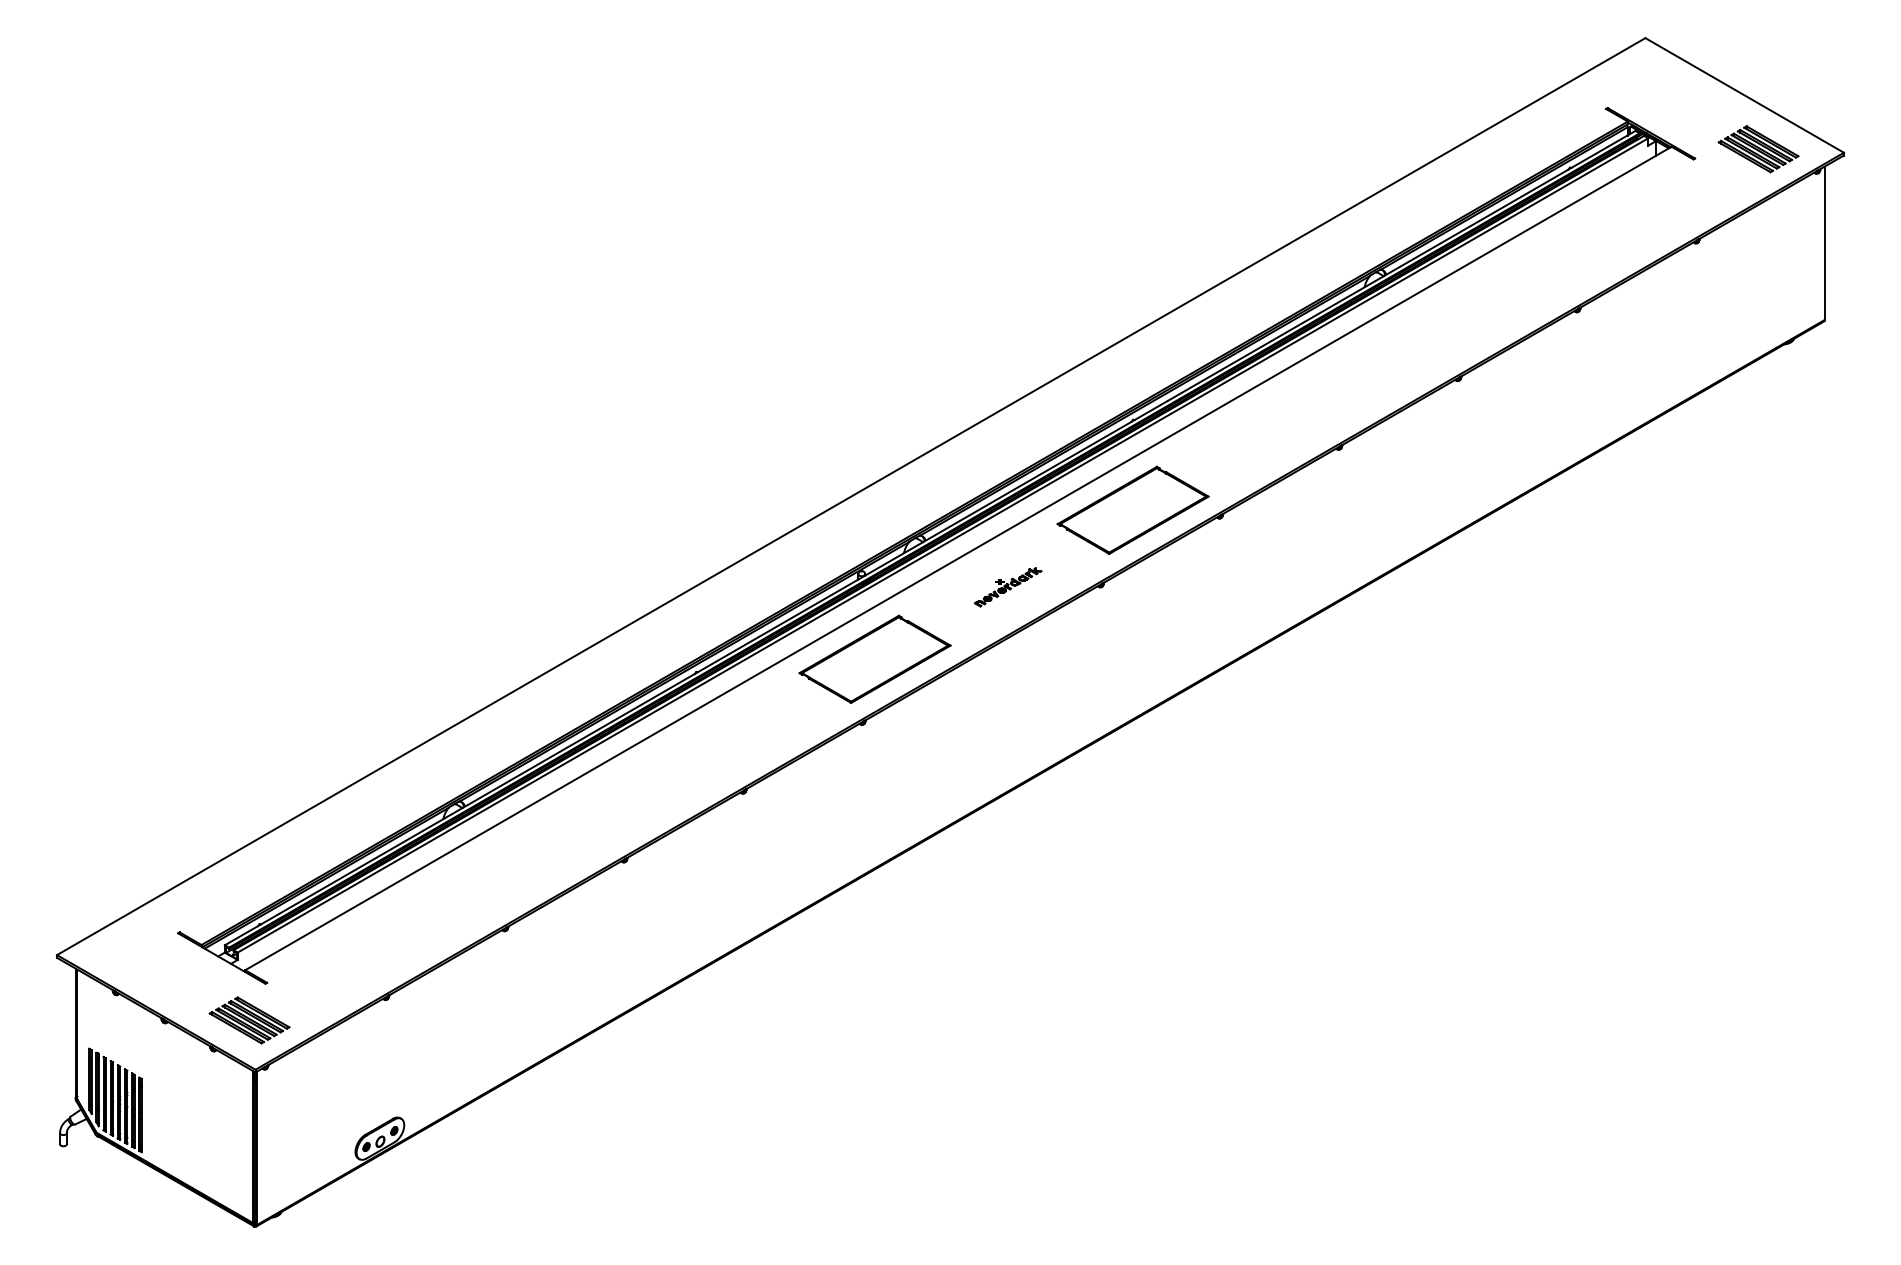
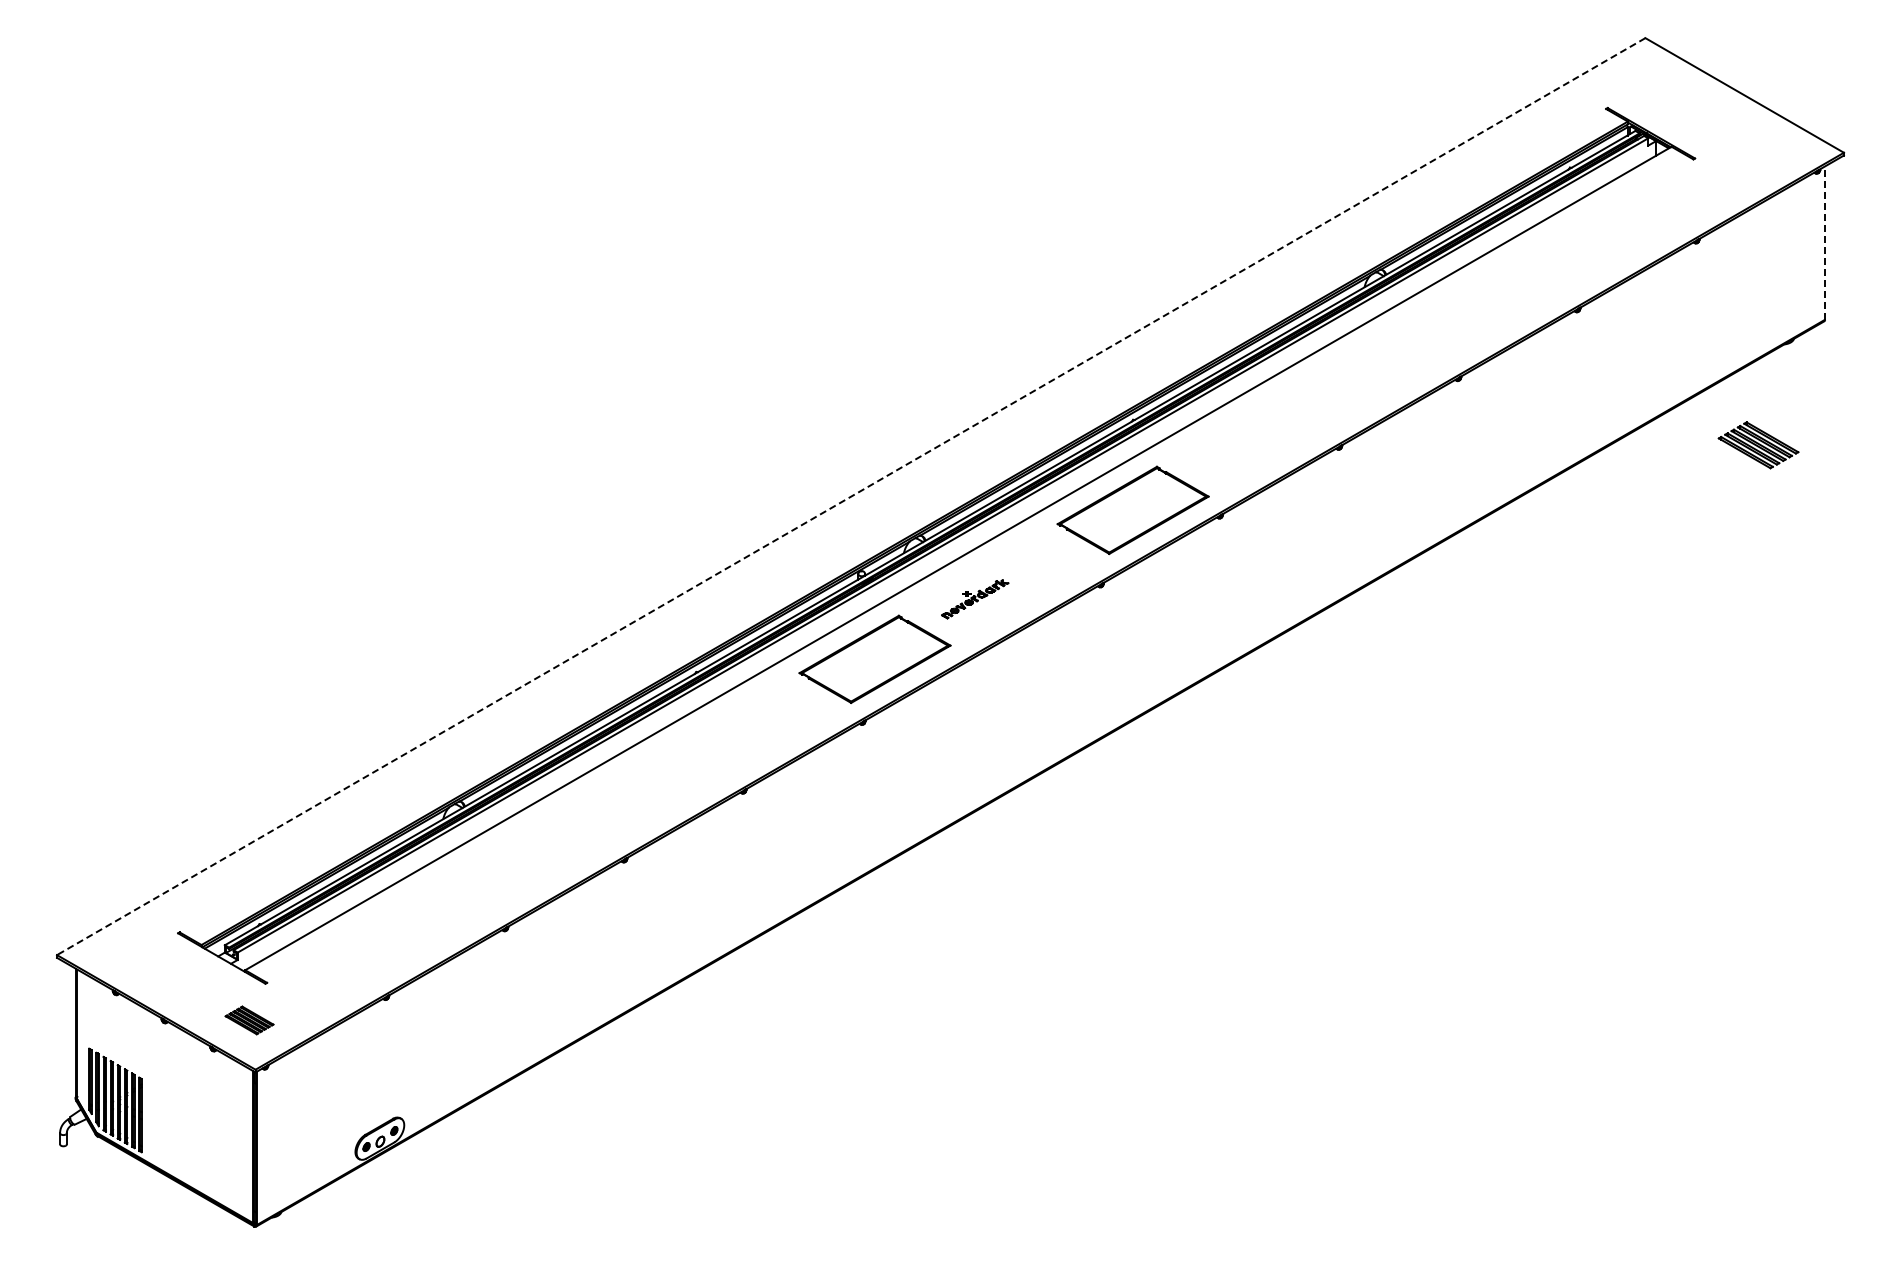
part at (1758, 149) position: (1758, 149) -> (1758, 445)
line at (1824, 243): solid -> dashed
line at (850, 496): solid -> dashed
part at (1008, 587) position: (1008, 587) -> (975, 599)
part at (249, 1020) size: 83x49 px -> 51x31 px
